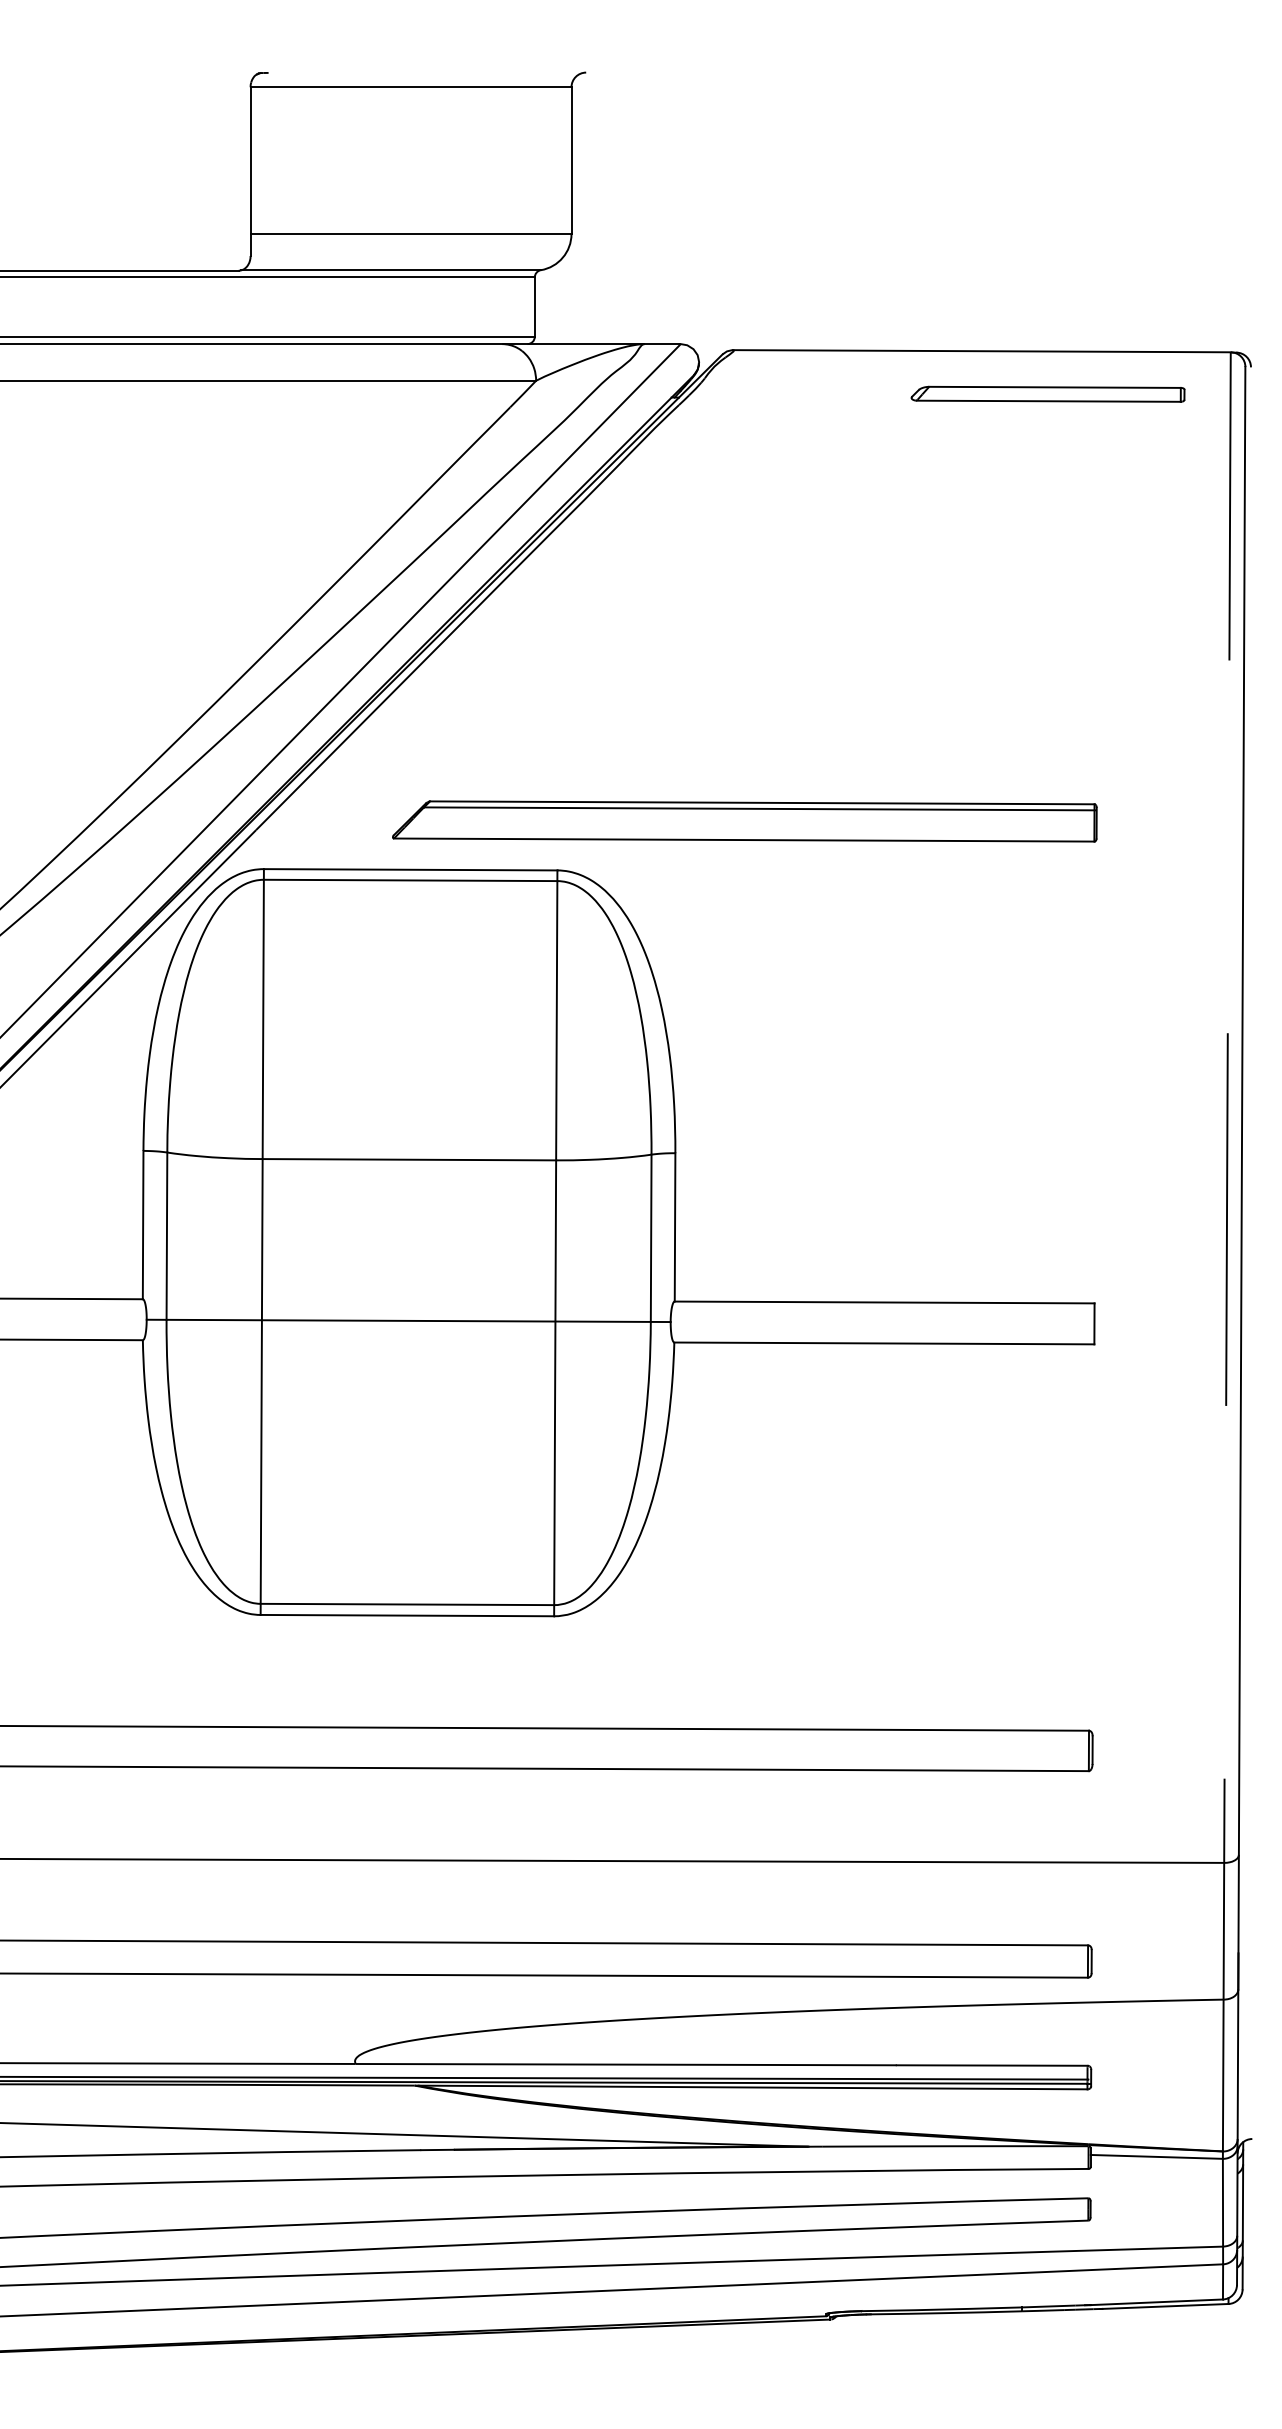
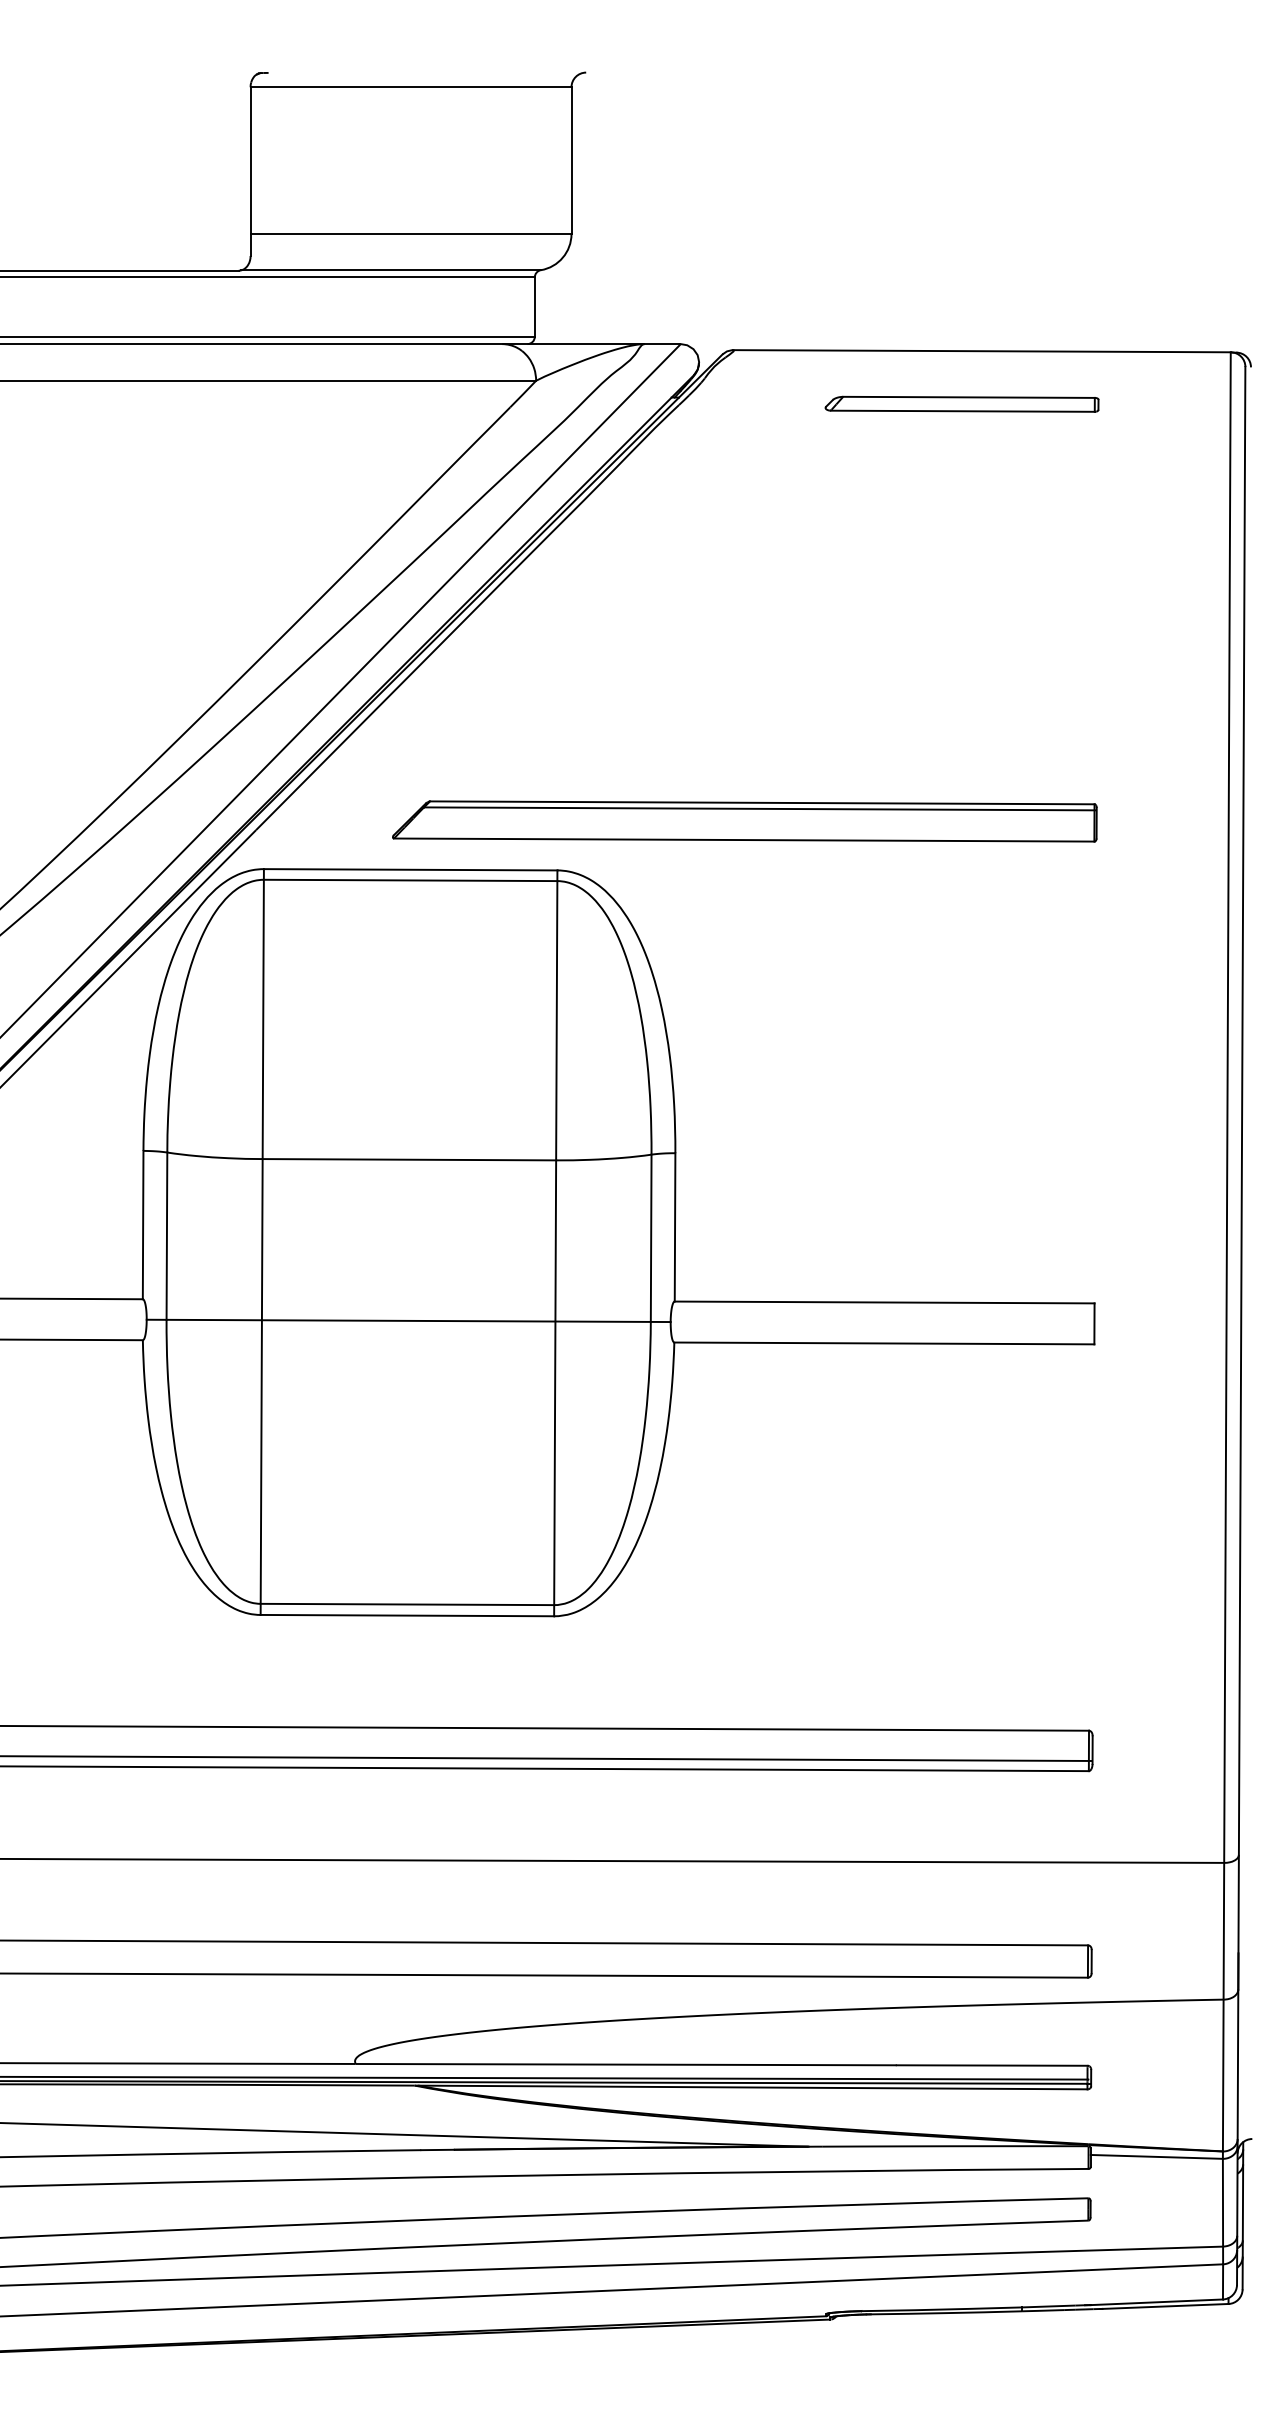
part at (1047, 393) position: (1047, 393) -> (961, 403)
line at (1226, 1251): dashed -> solid
line at (546, 1758): none -> present
